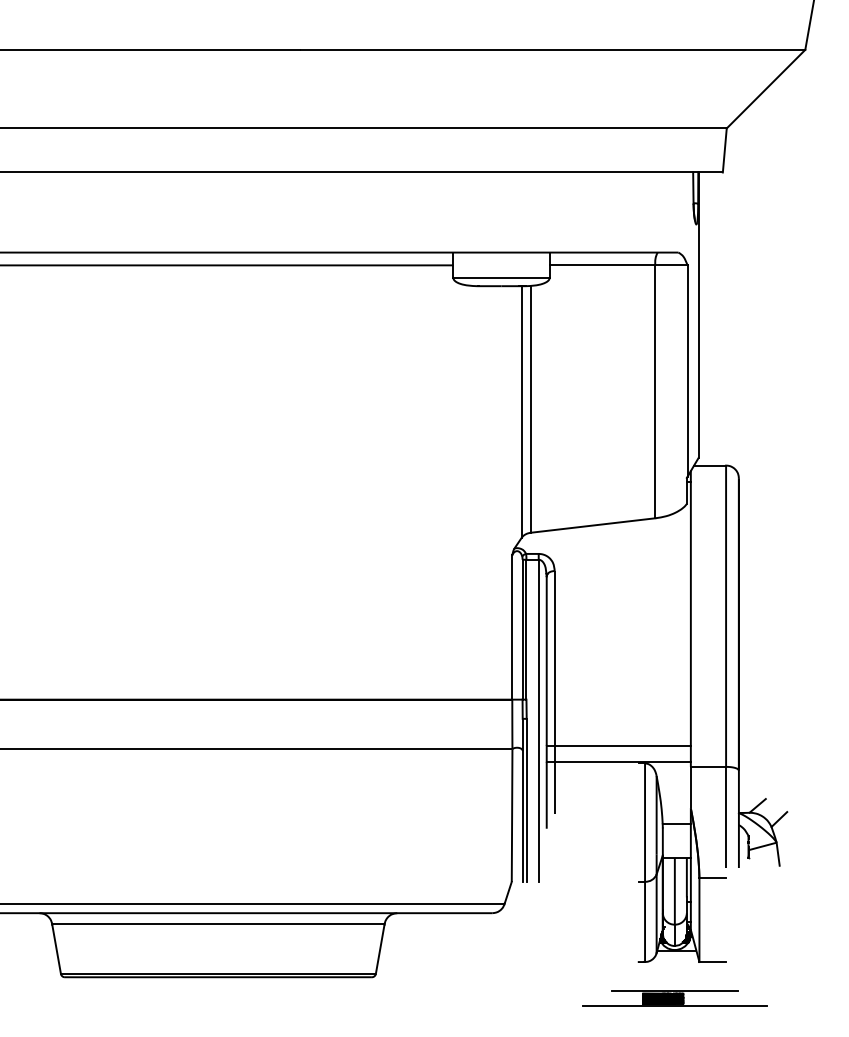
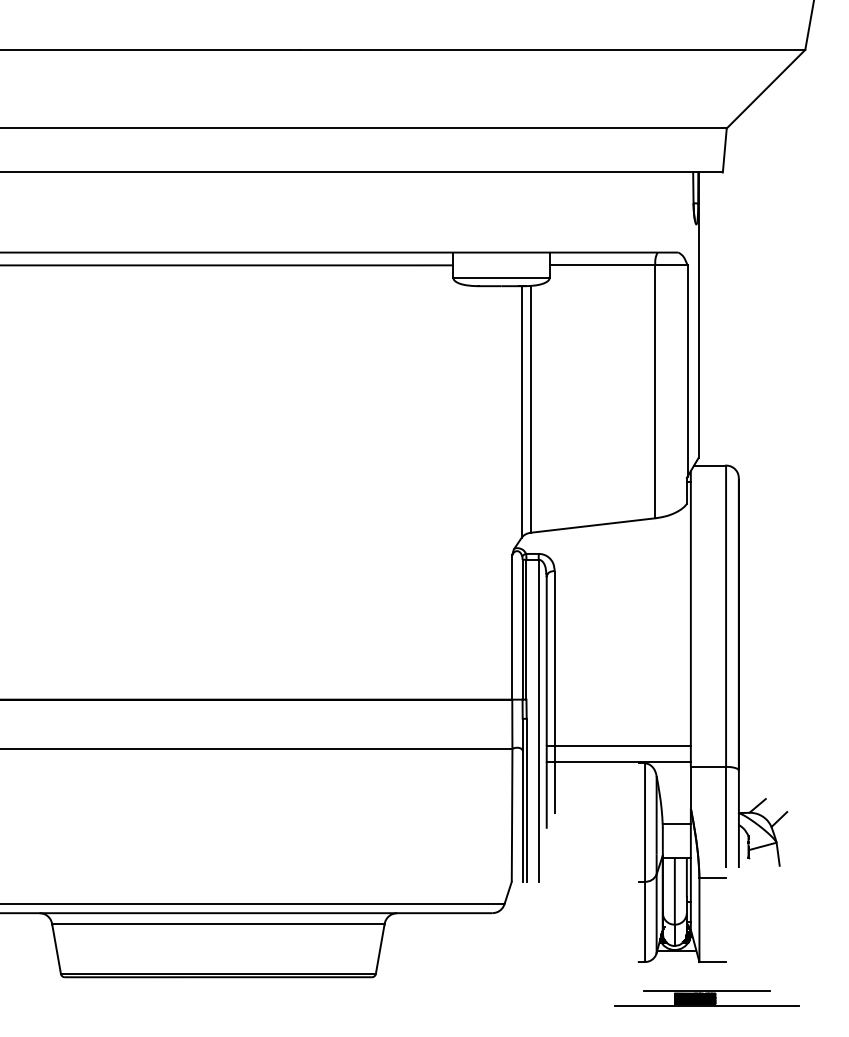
part at (674, 998) position: (674, 998) -> (706, 998)
